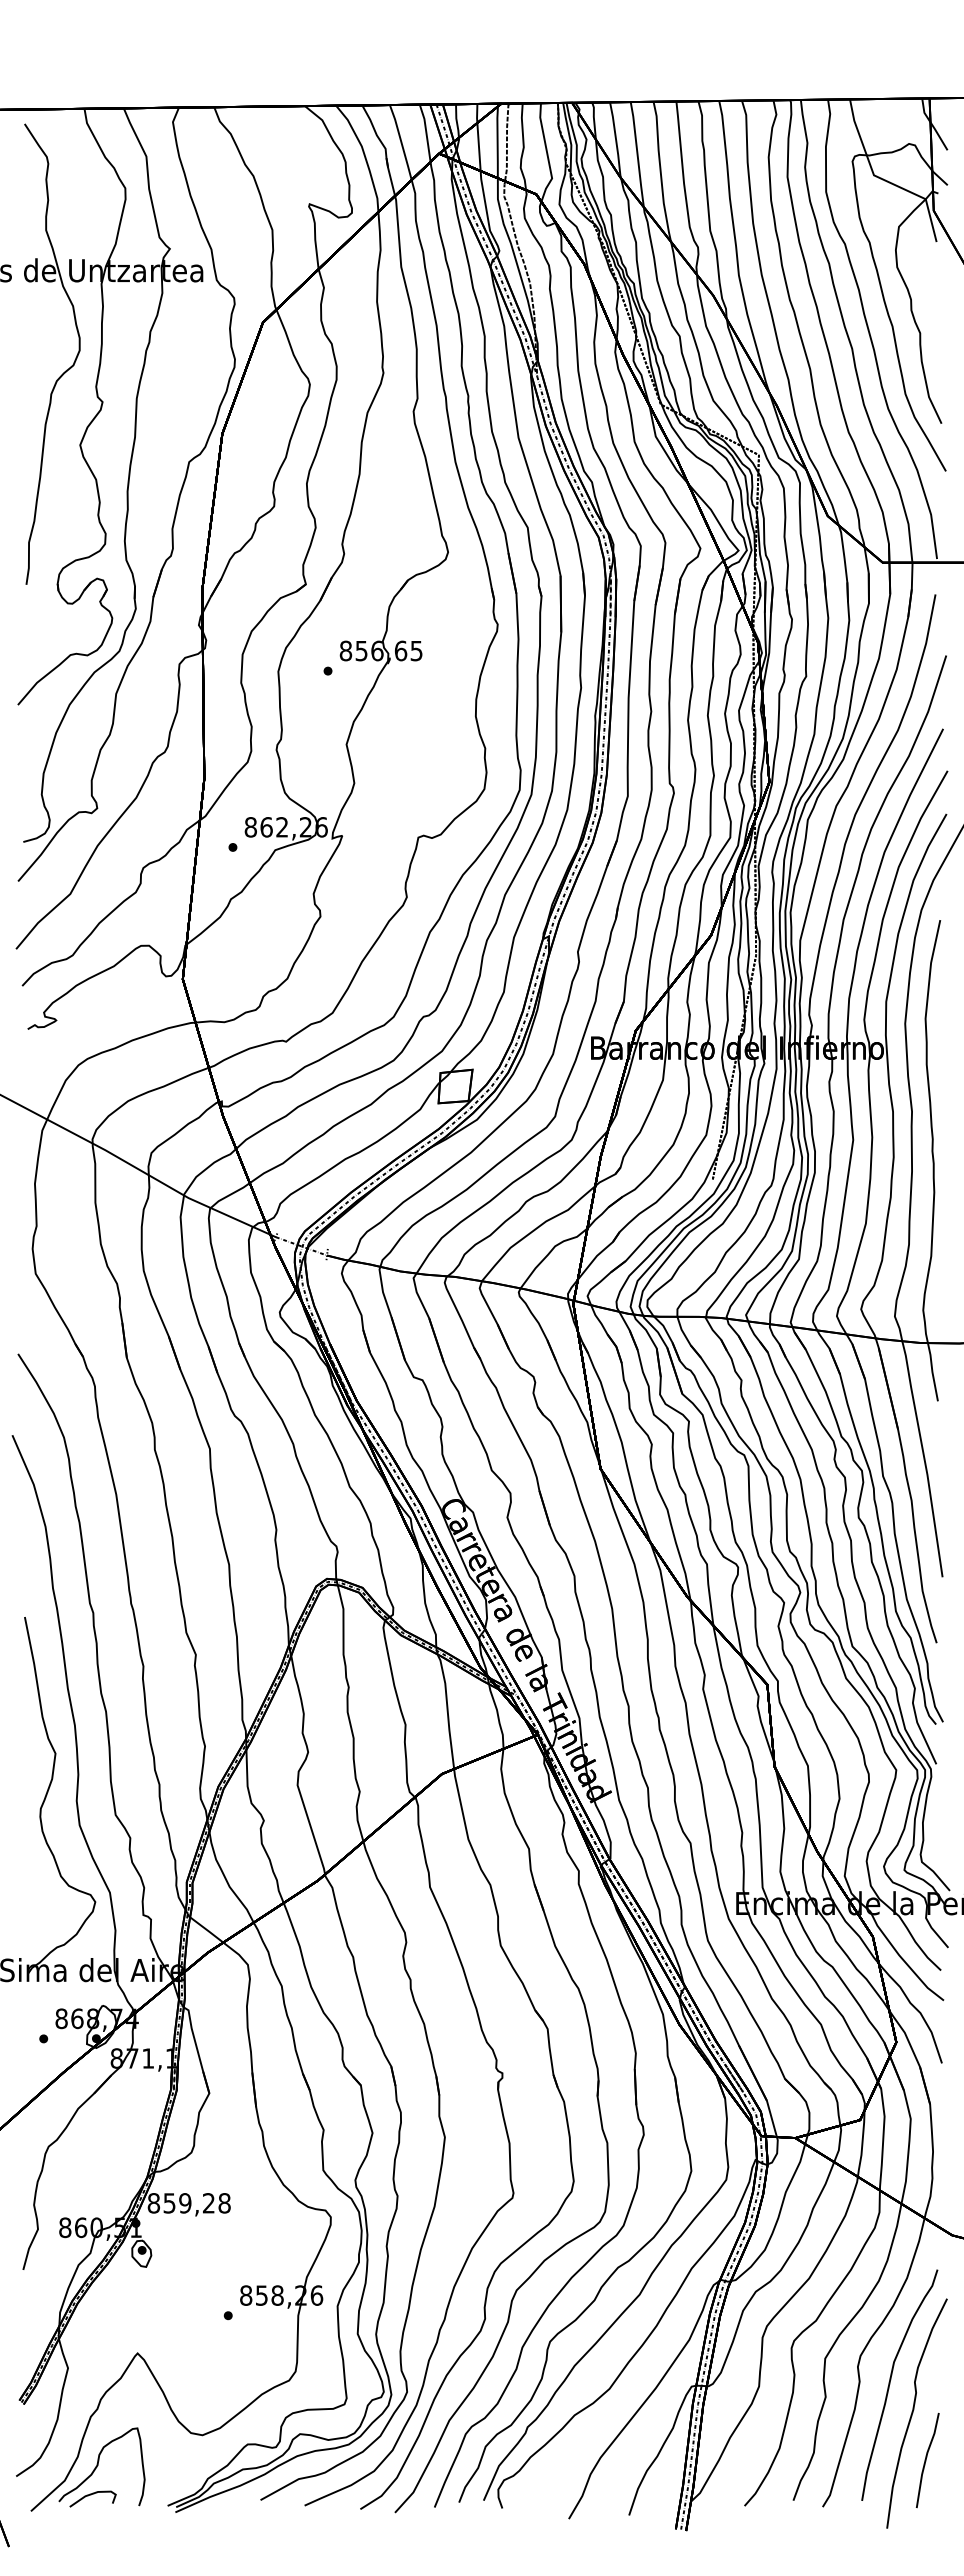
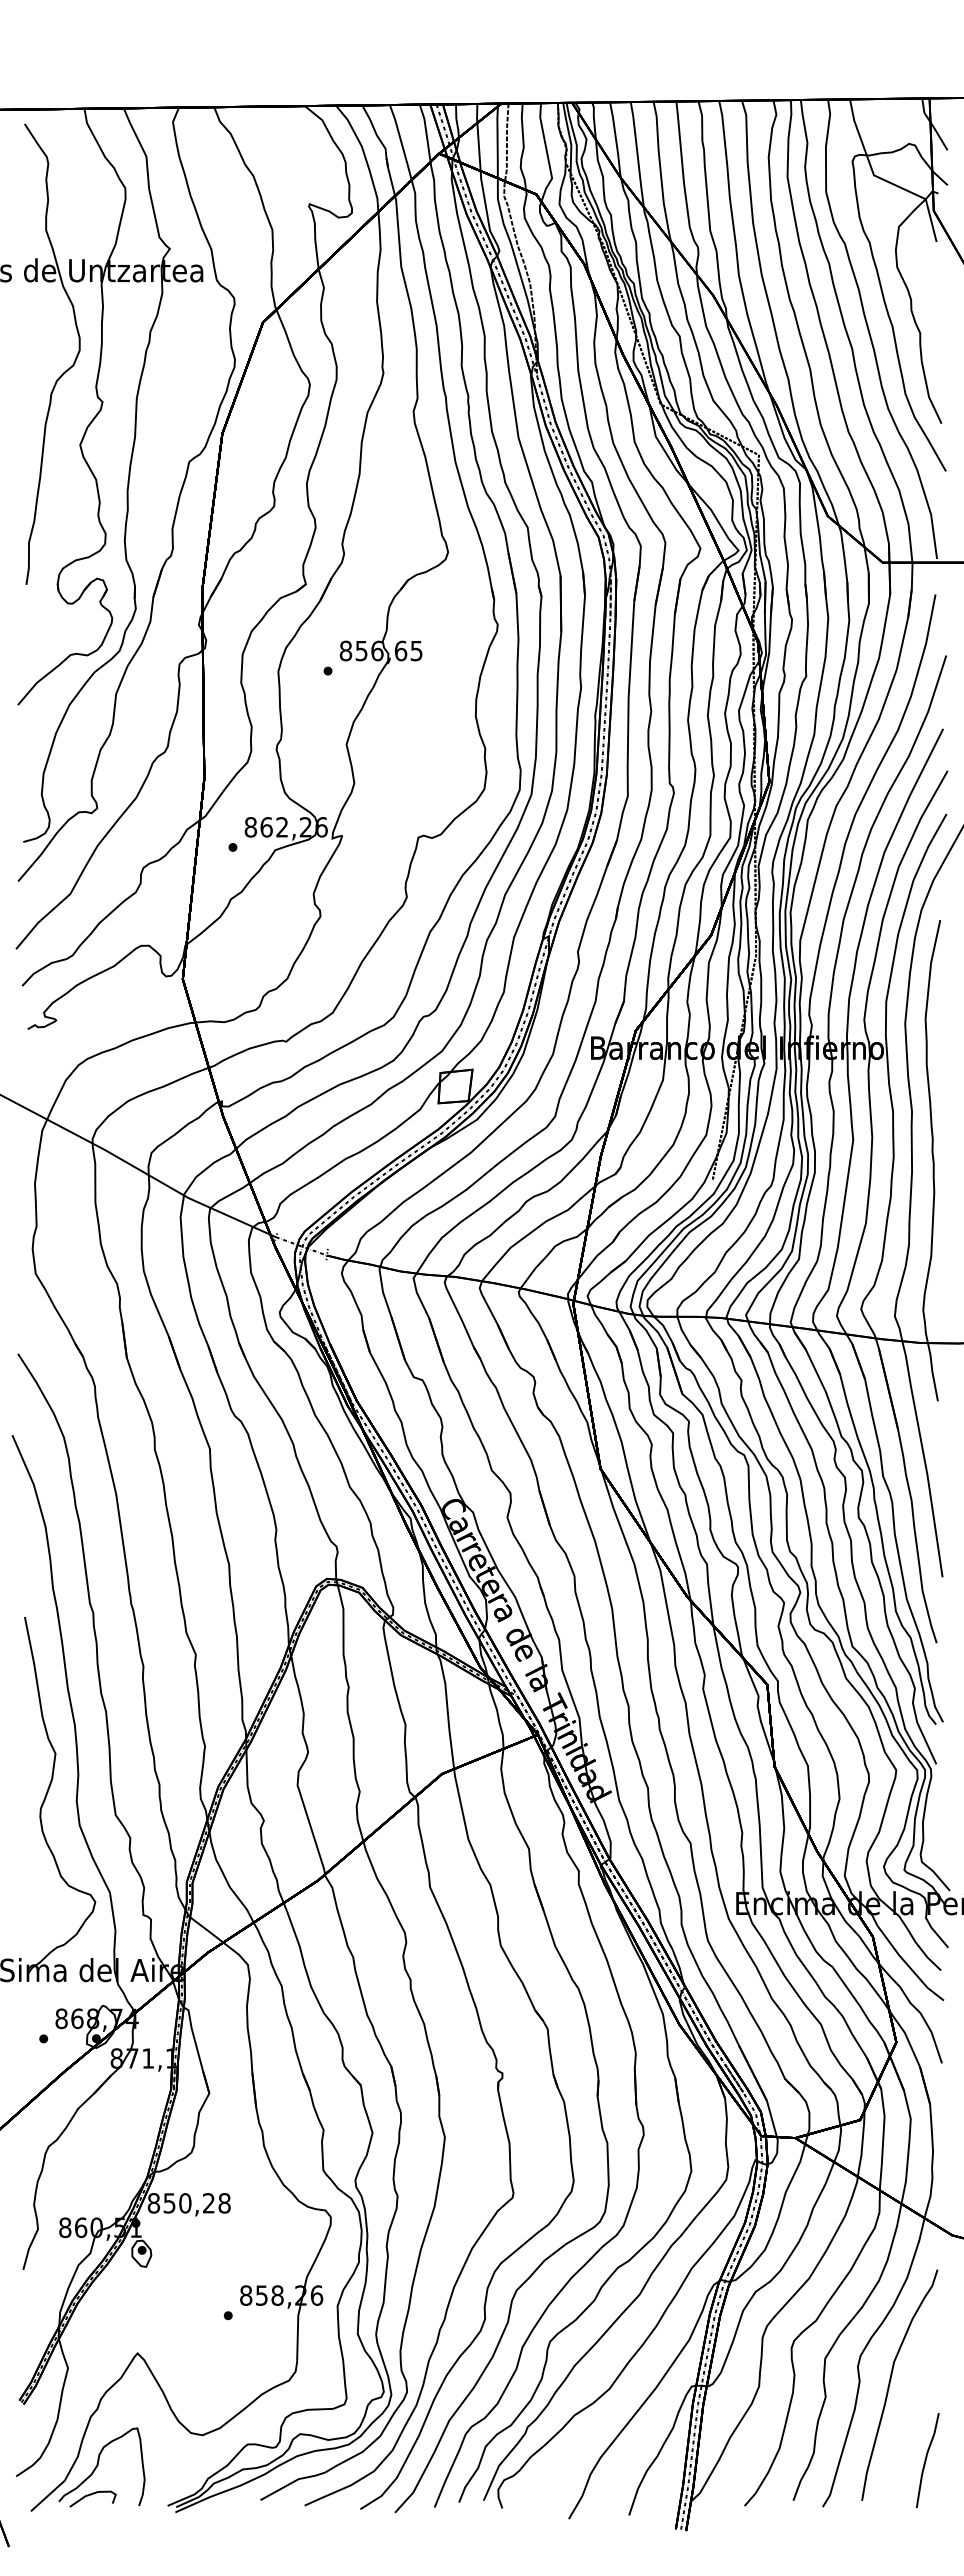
text at (185, 2203): 859,28 -> 850,28
curve at (913, 2413): present -> none
